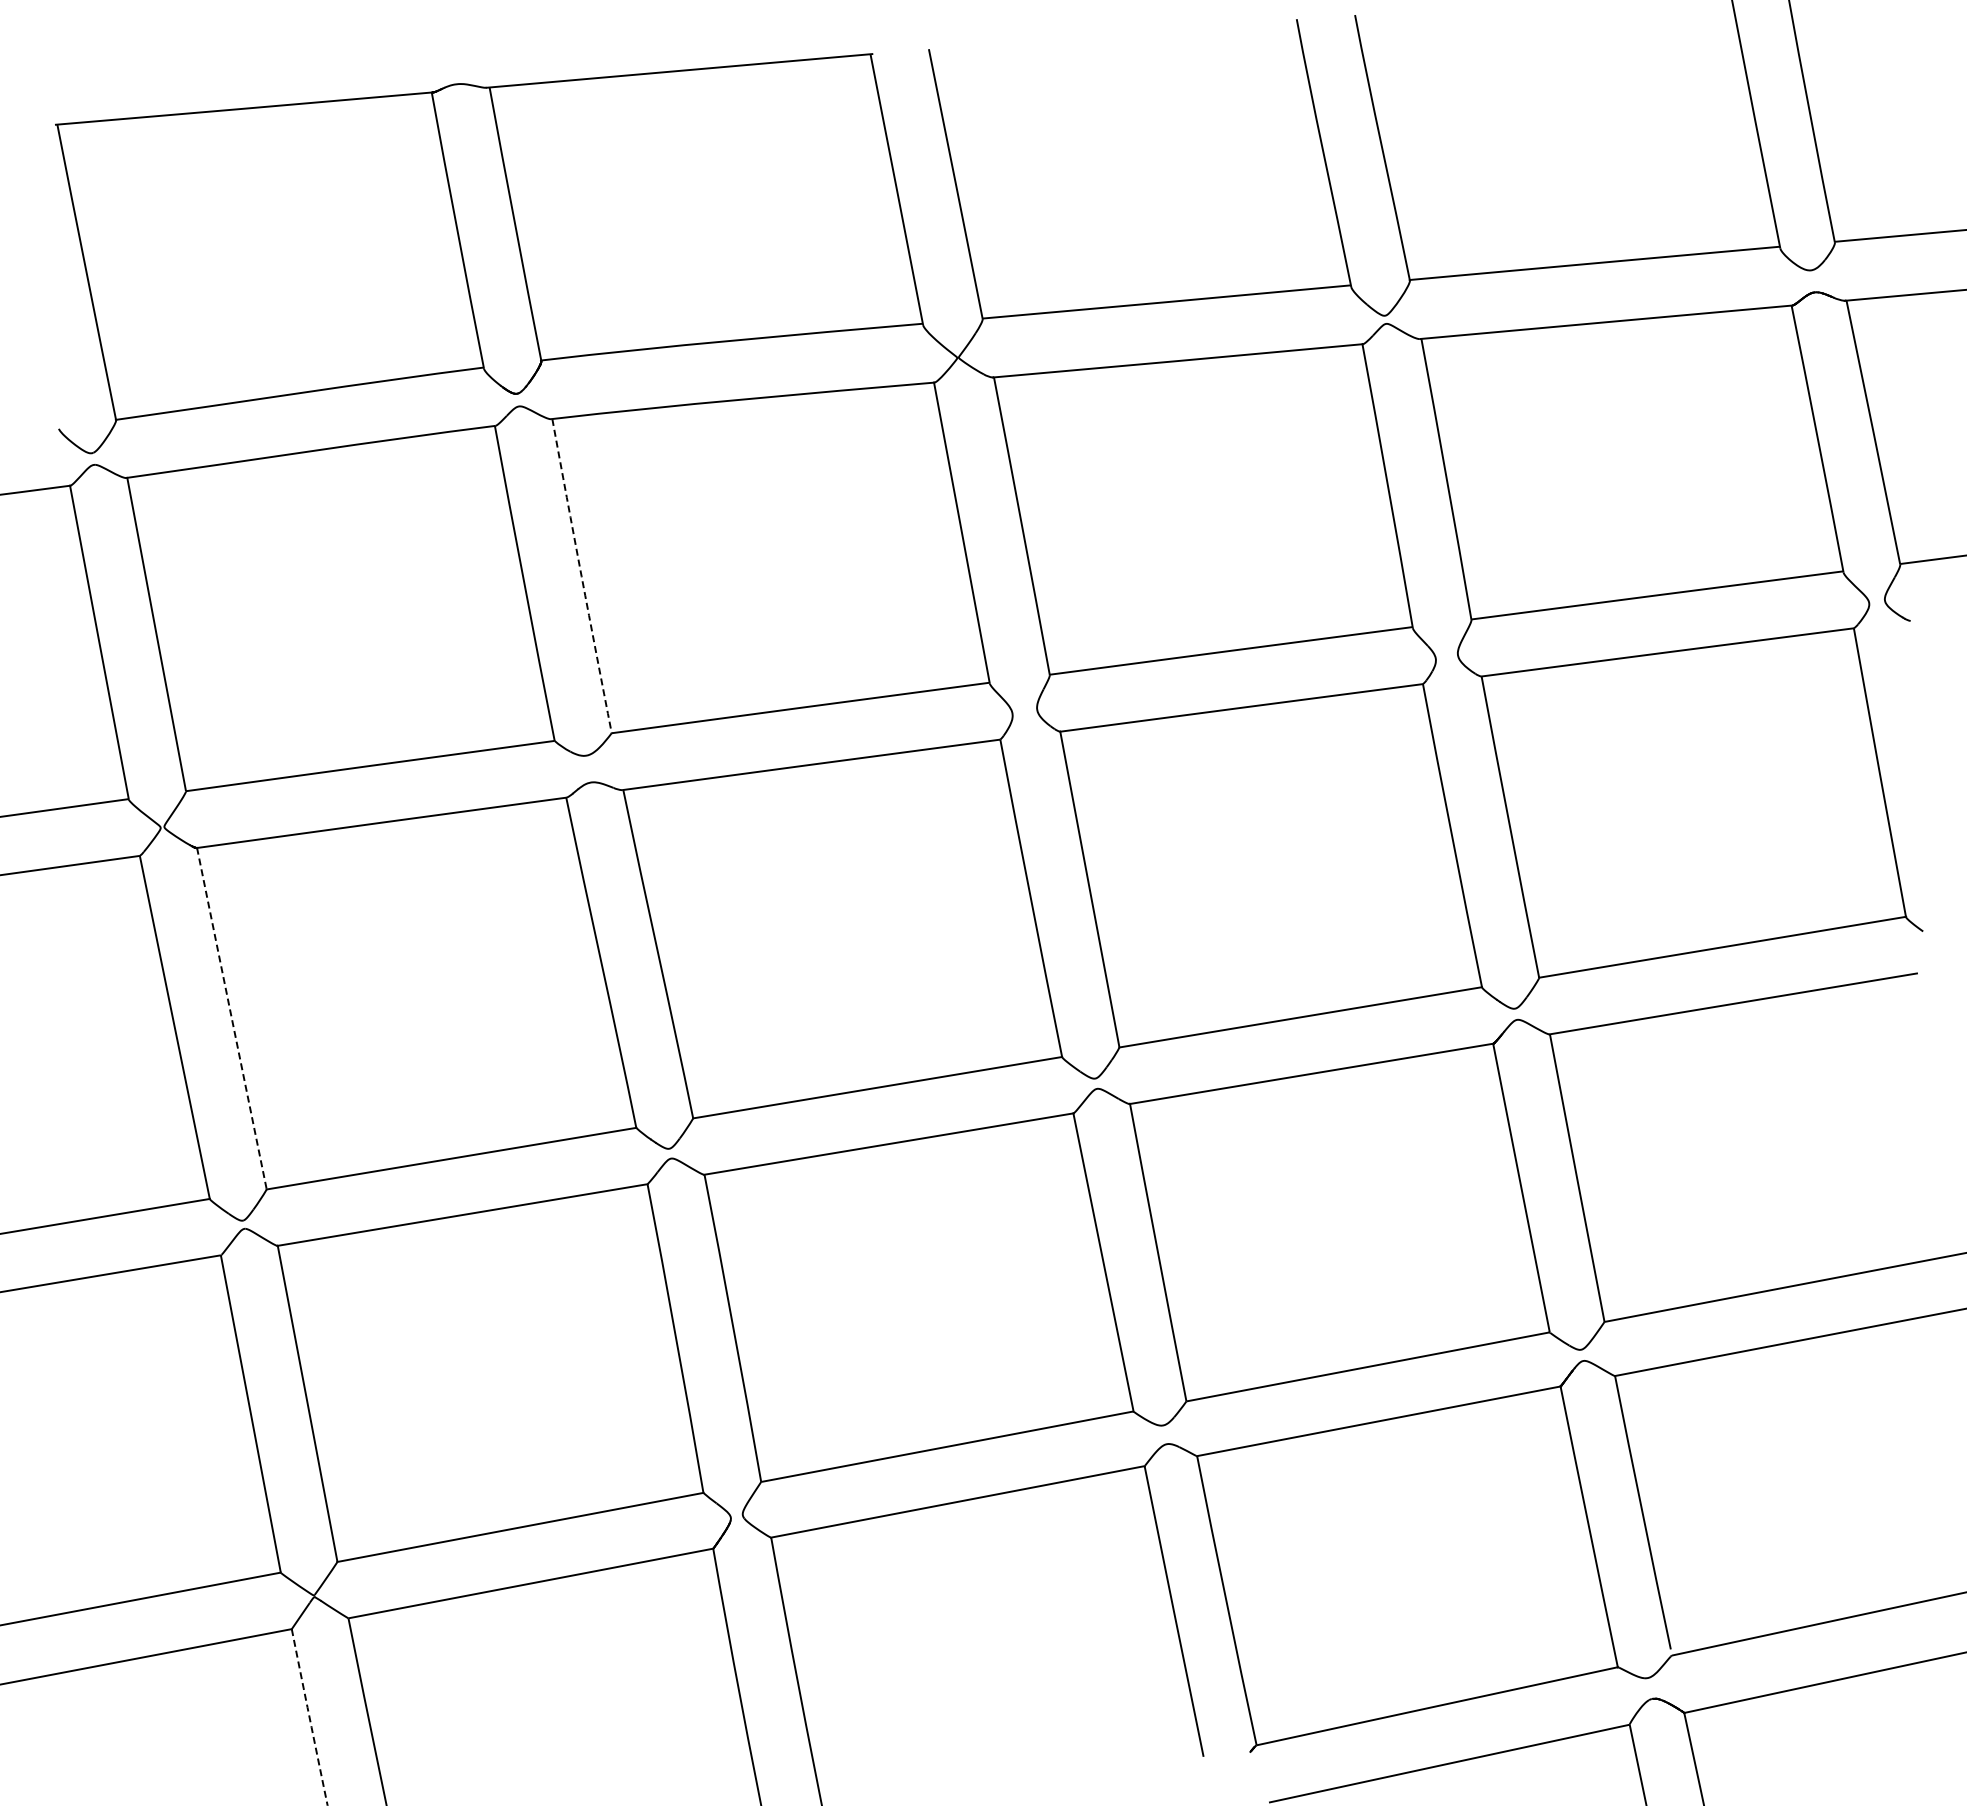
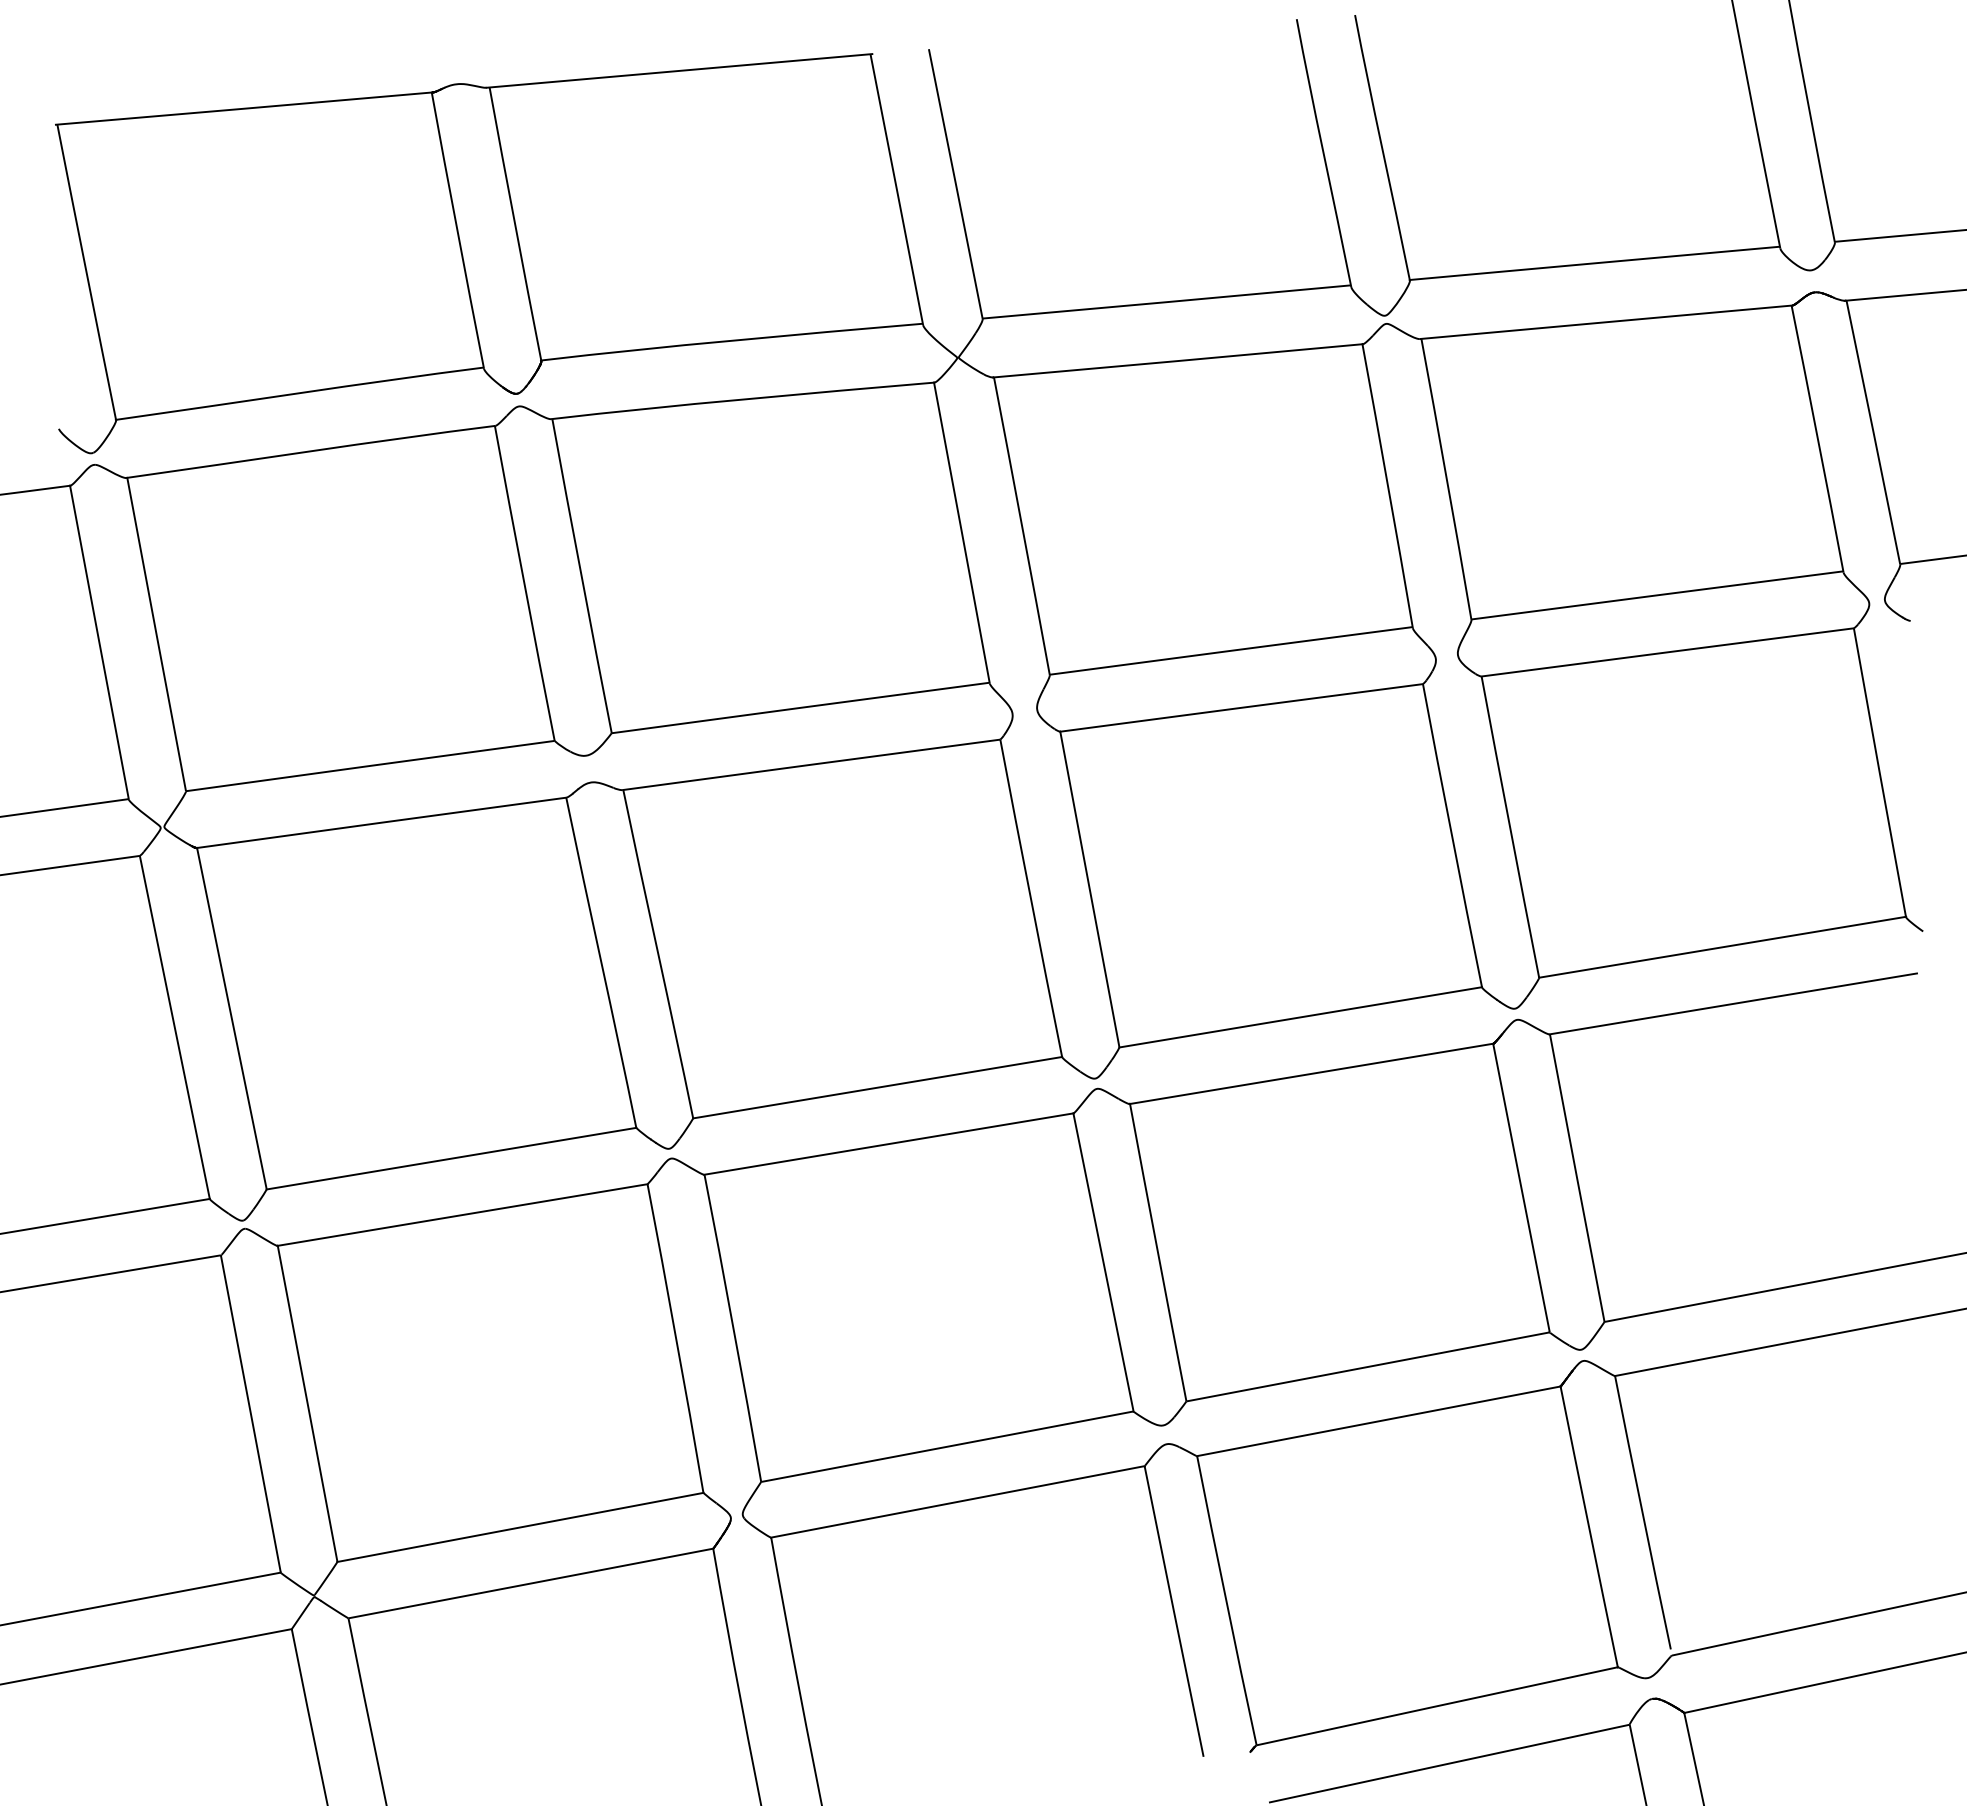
arc at (581, 576): dashed -> solid
arc at (231, 1018): dashed -> solid
arc at (309, 1717): dashed -> solid
